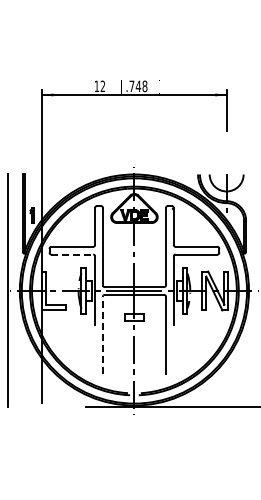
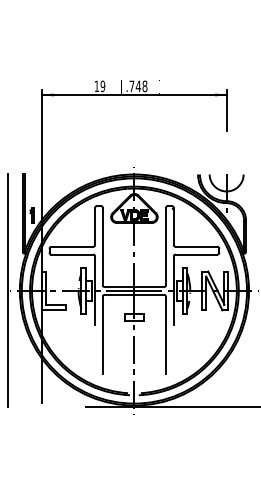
text at (102, 86): 12 -> 19
line at (72, 254): dashed -> solid
line at (102, 334): dashed -> solid
